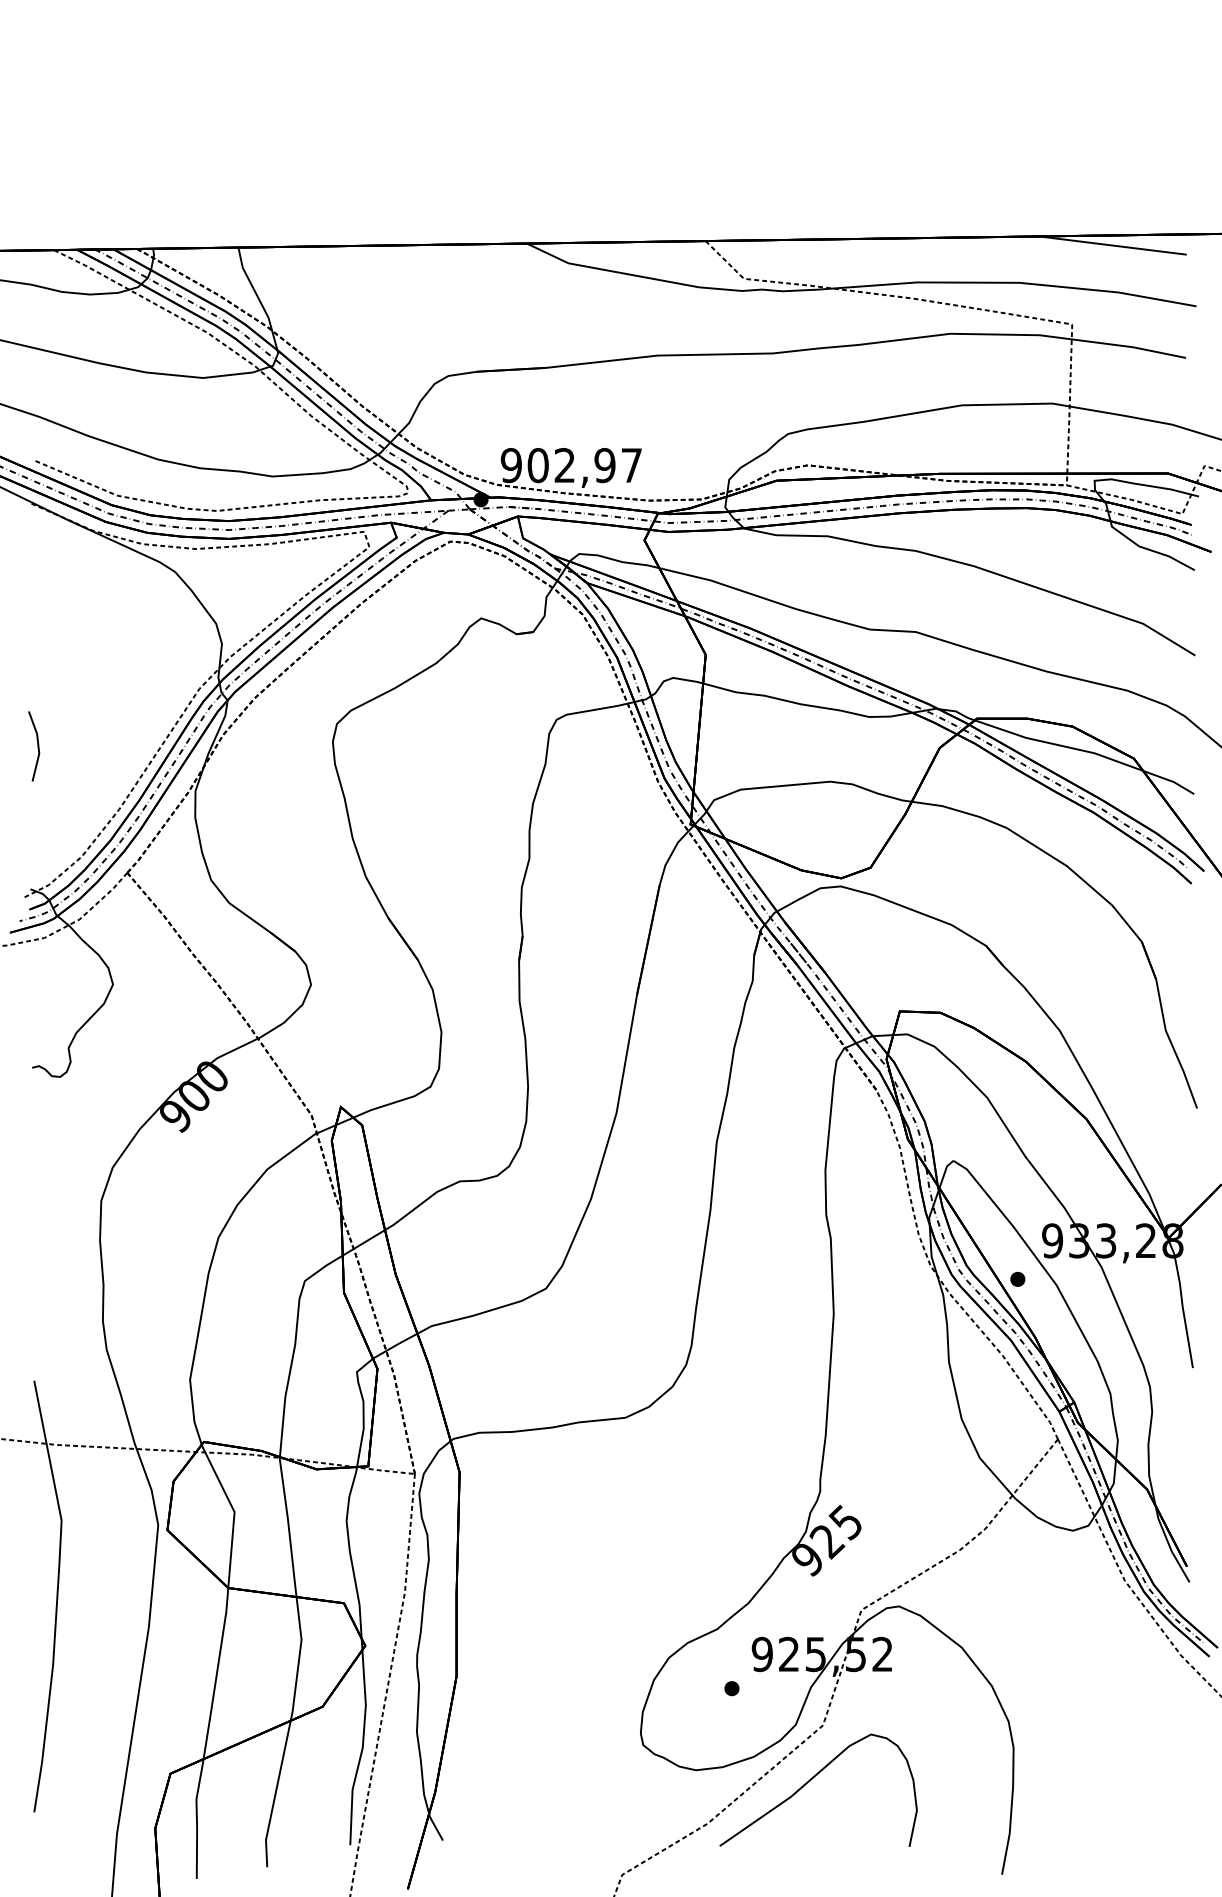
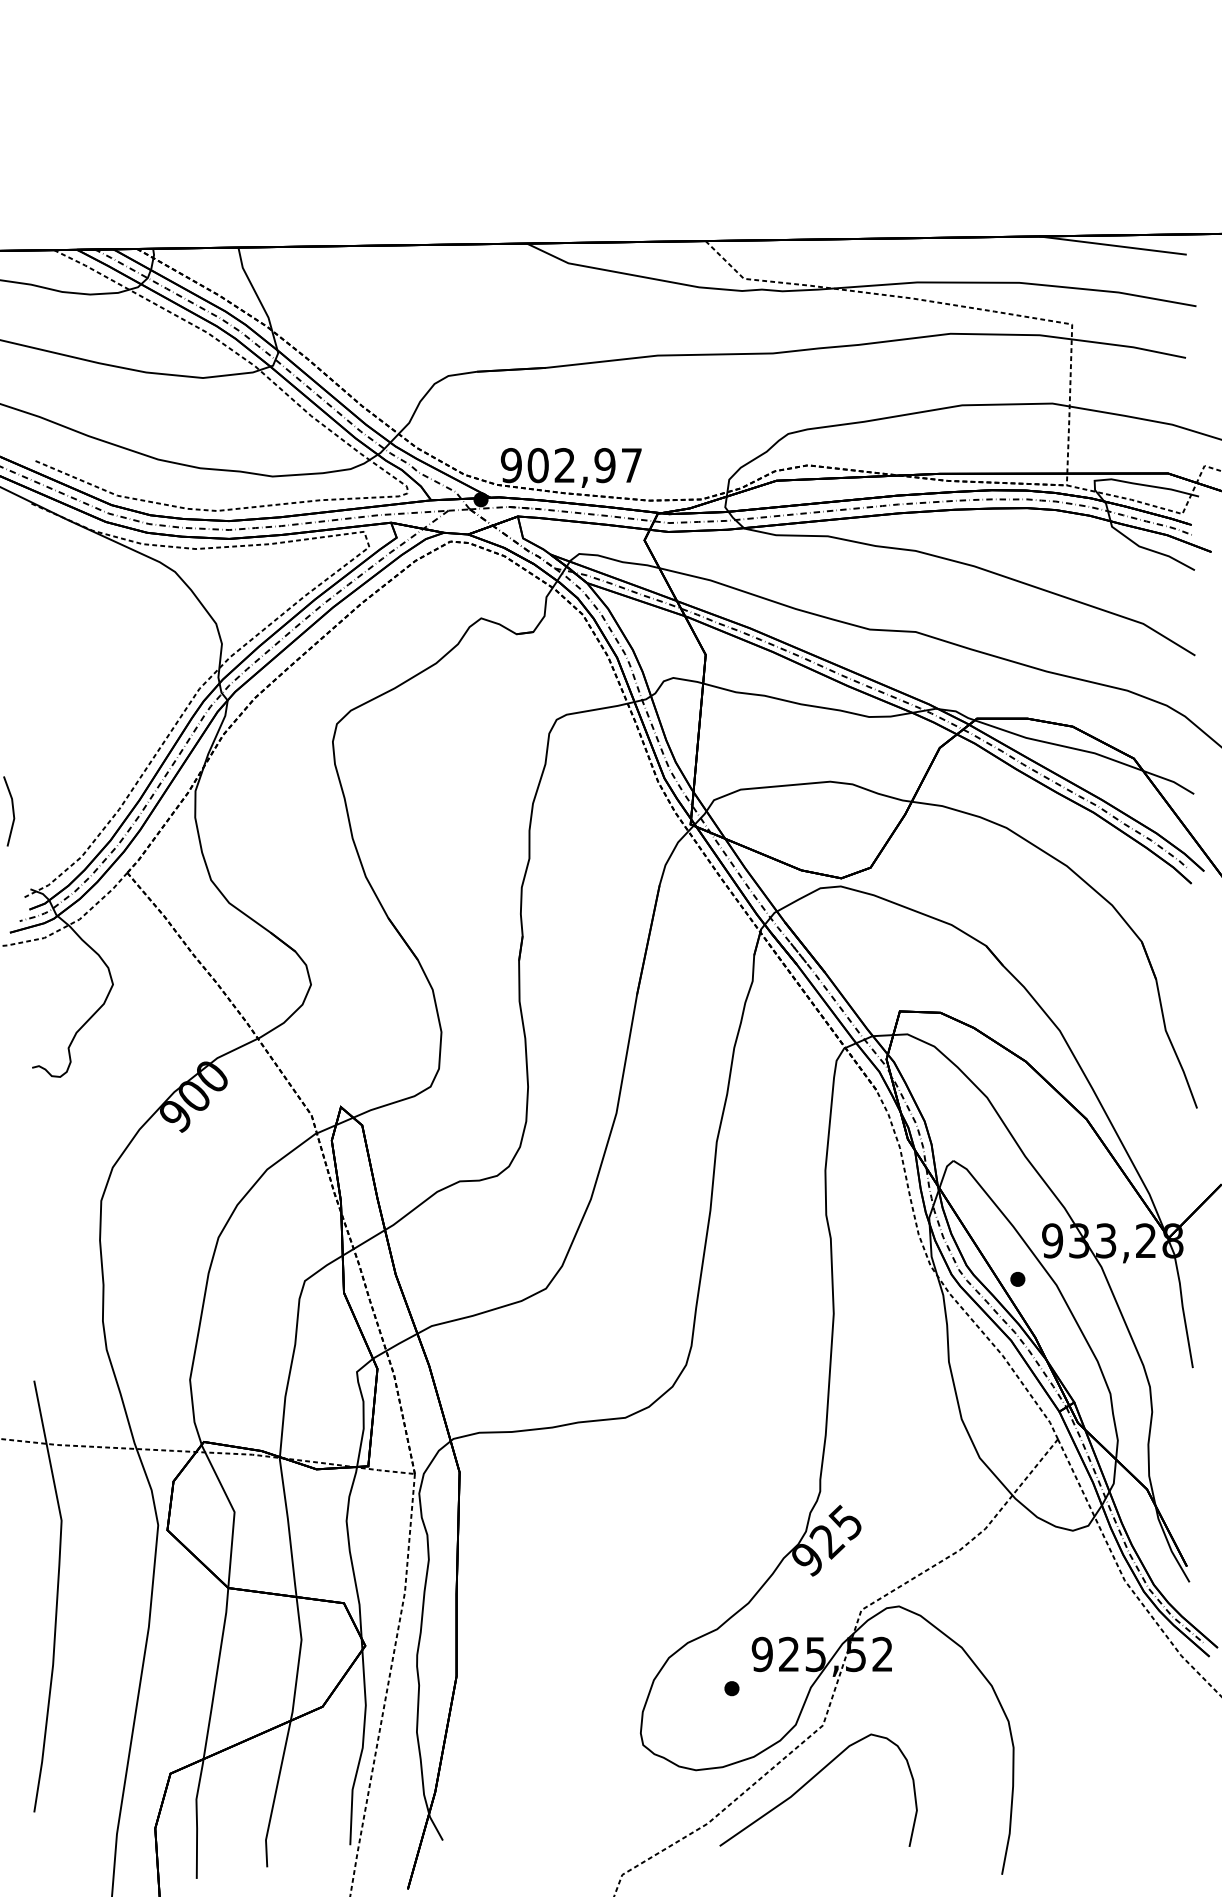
line at (37, 746) position: (37, 746) -> (12, 811)
